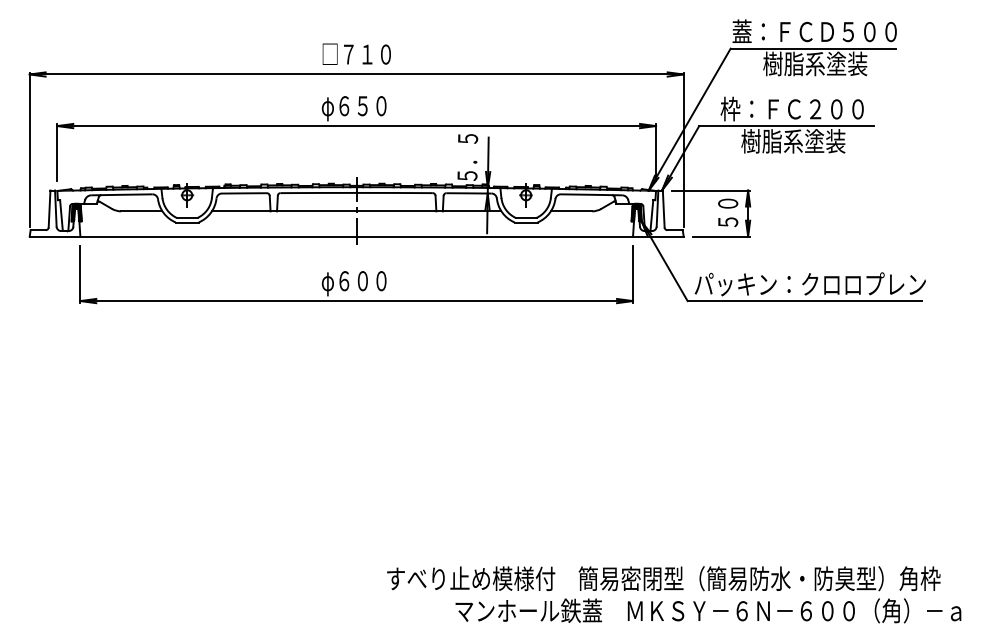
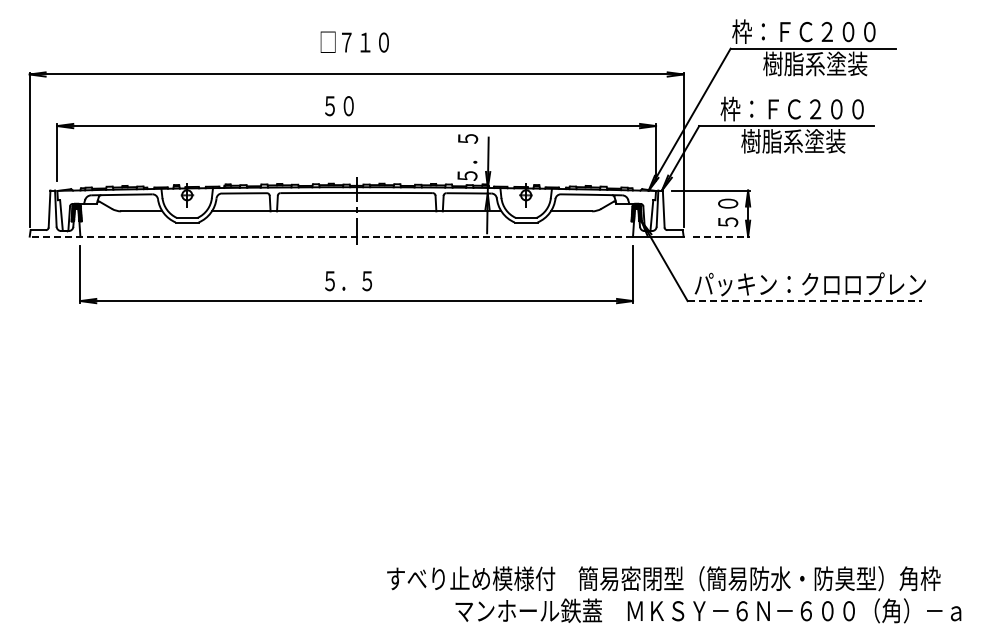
text at (814, 31): 蓋：ＦＣＤ５００ -> 枠：ＦＣ２００
text at (356, 53) position: (356, 53) -> (354, 41)
text at (353, 108): φ６５０ -> ５０
line at (331, 236): solid -> dashed
line at (722, 236): solid -> dashed
text at (353, 283): φ６００ -> ５．５
line at (805, 301): solid -> dashed
